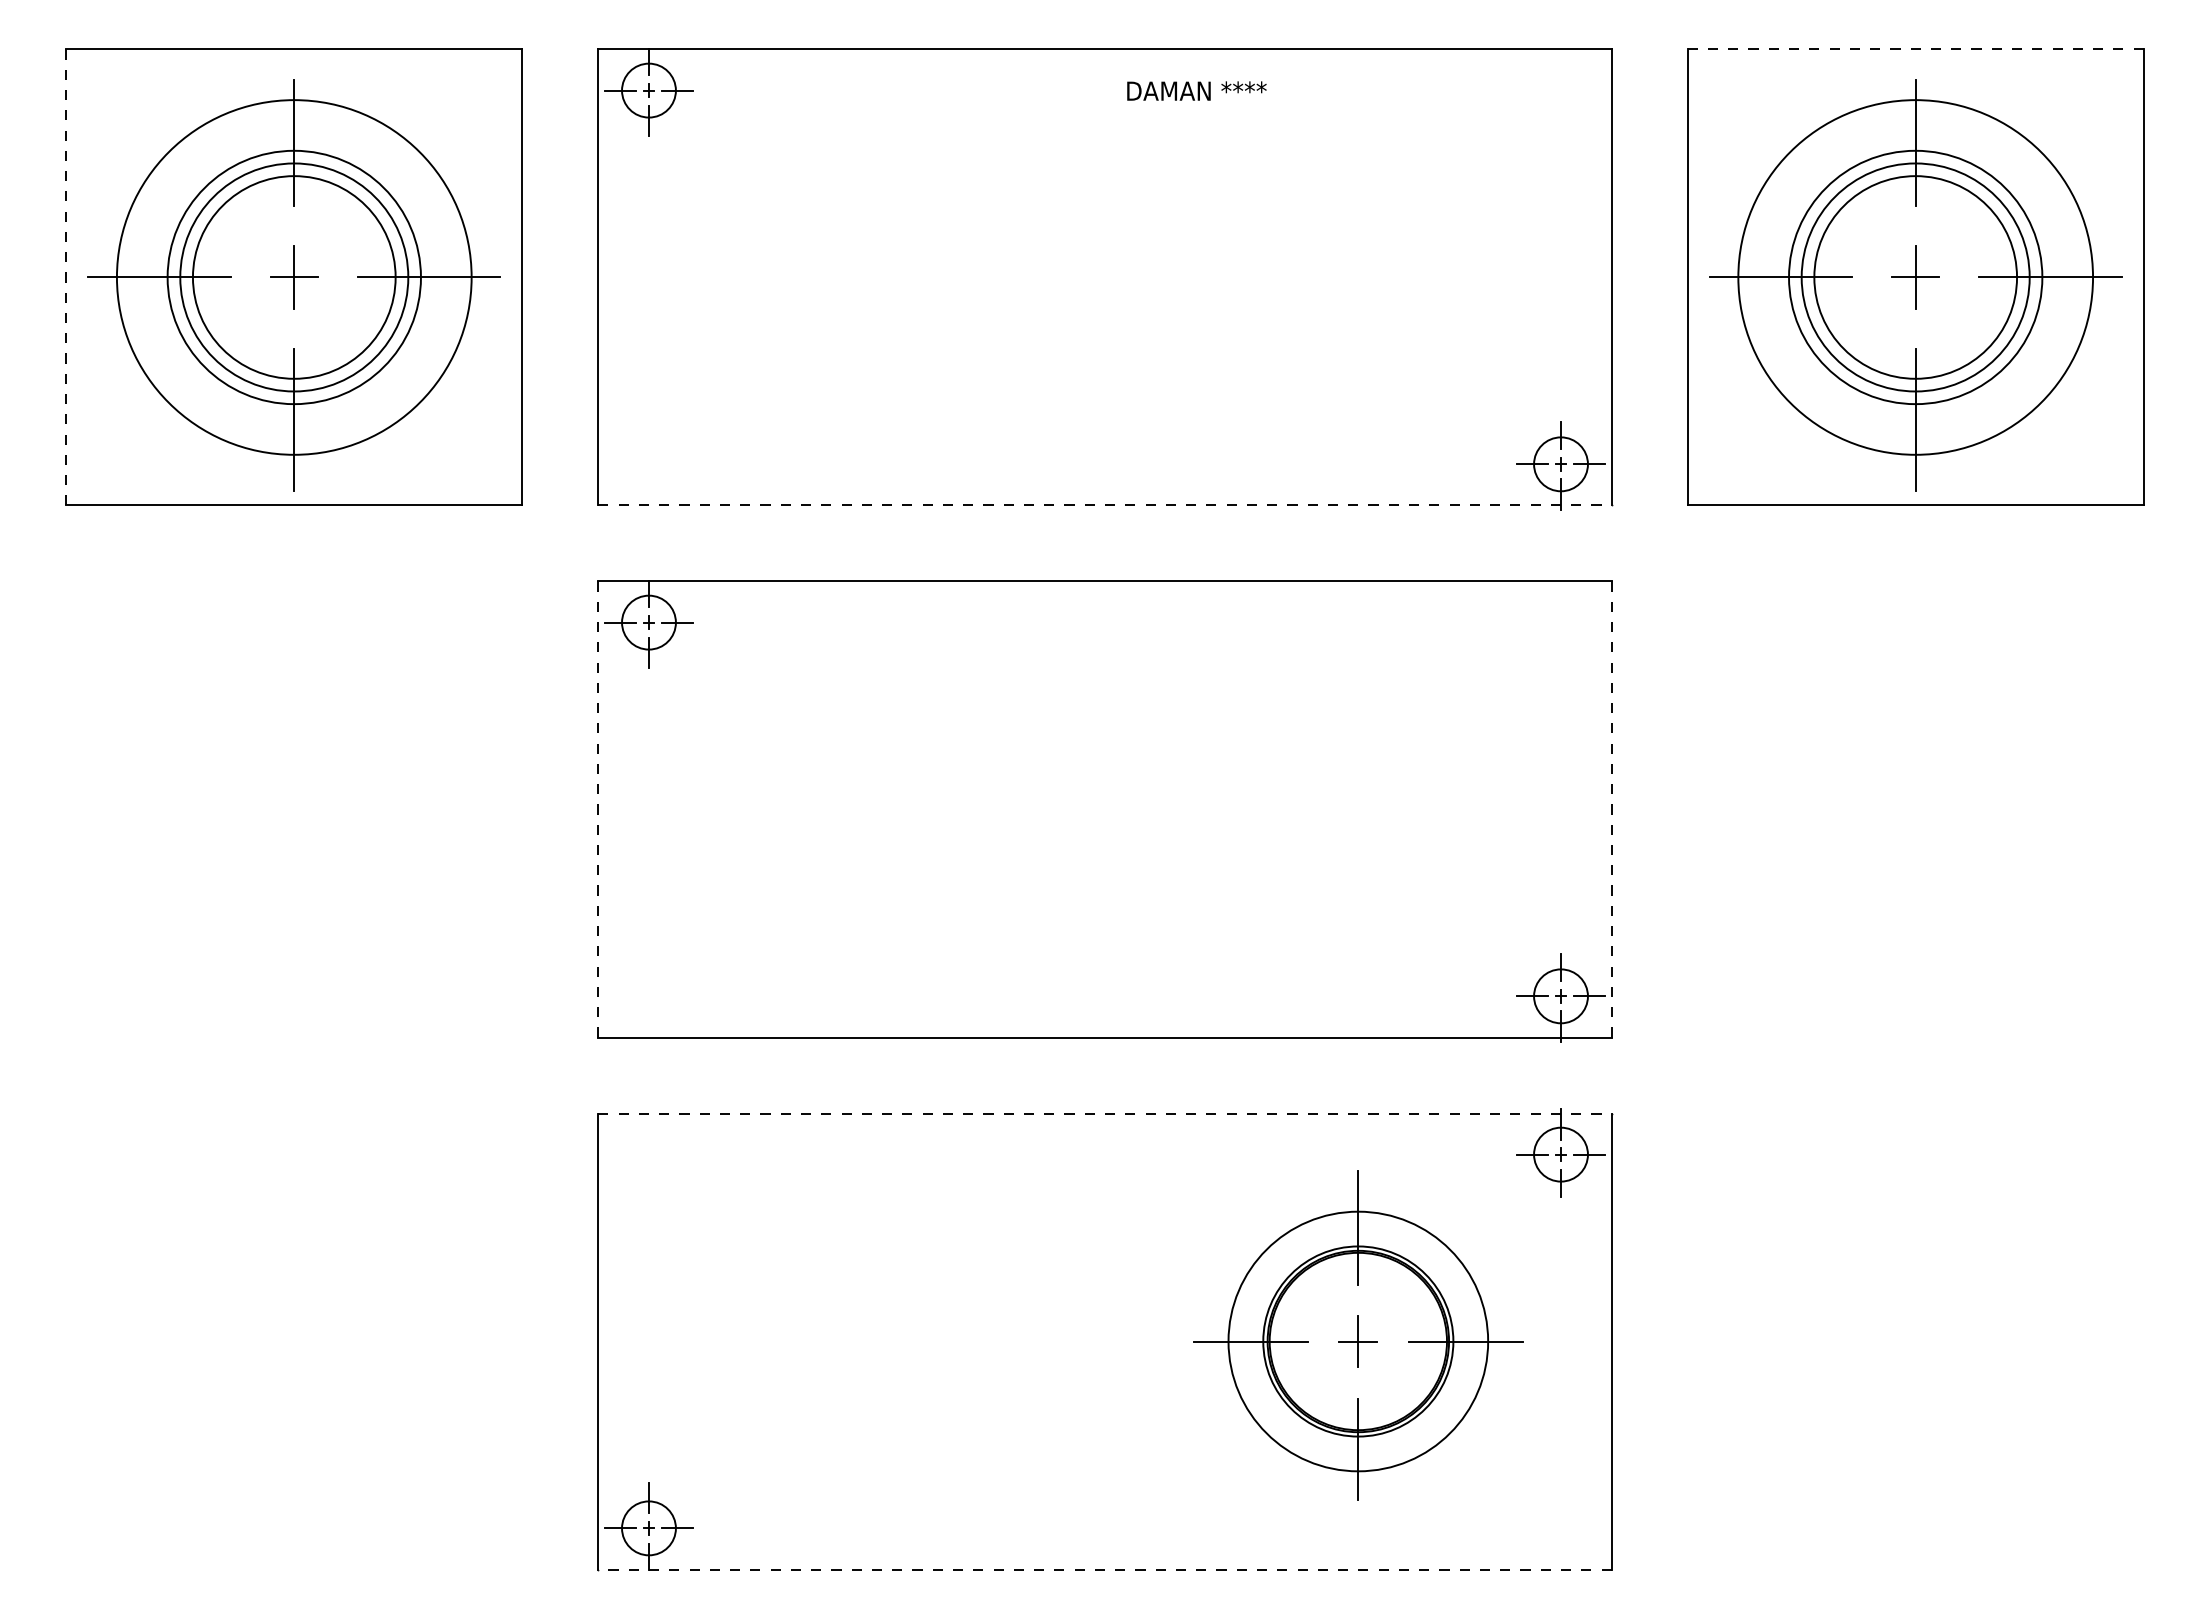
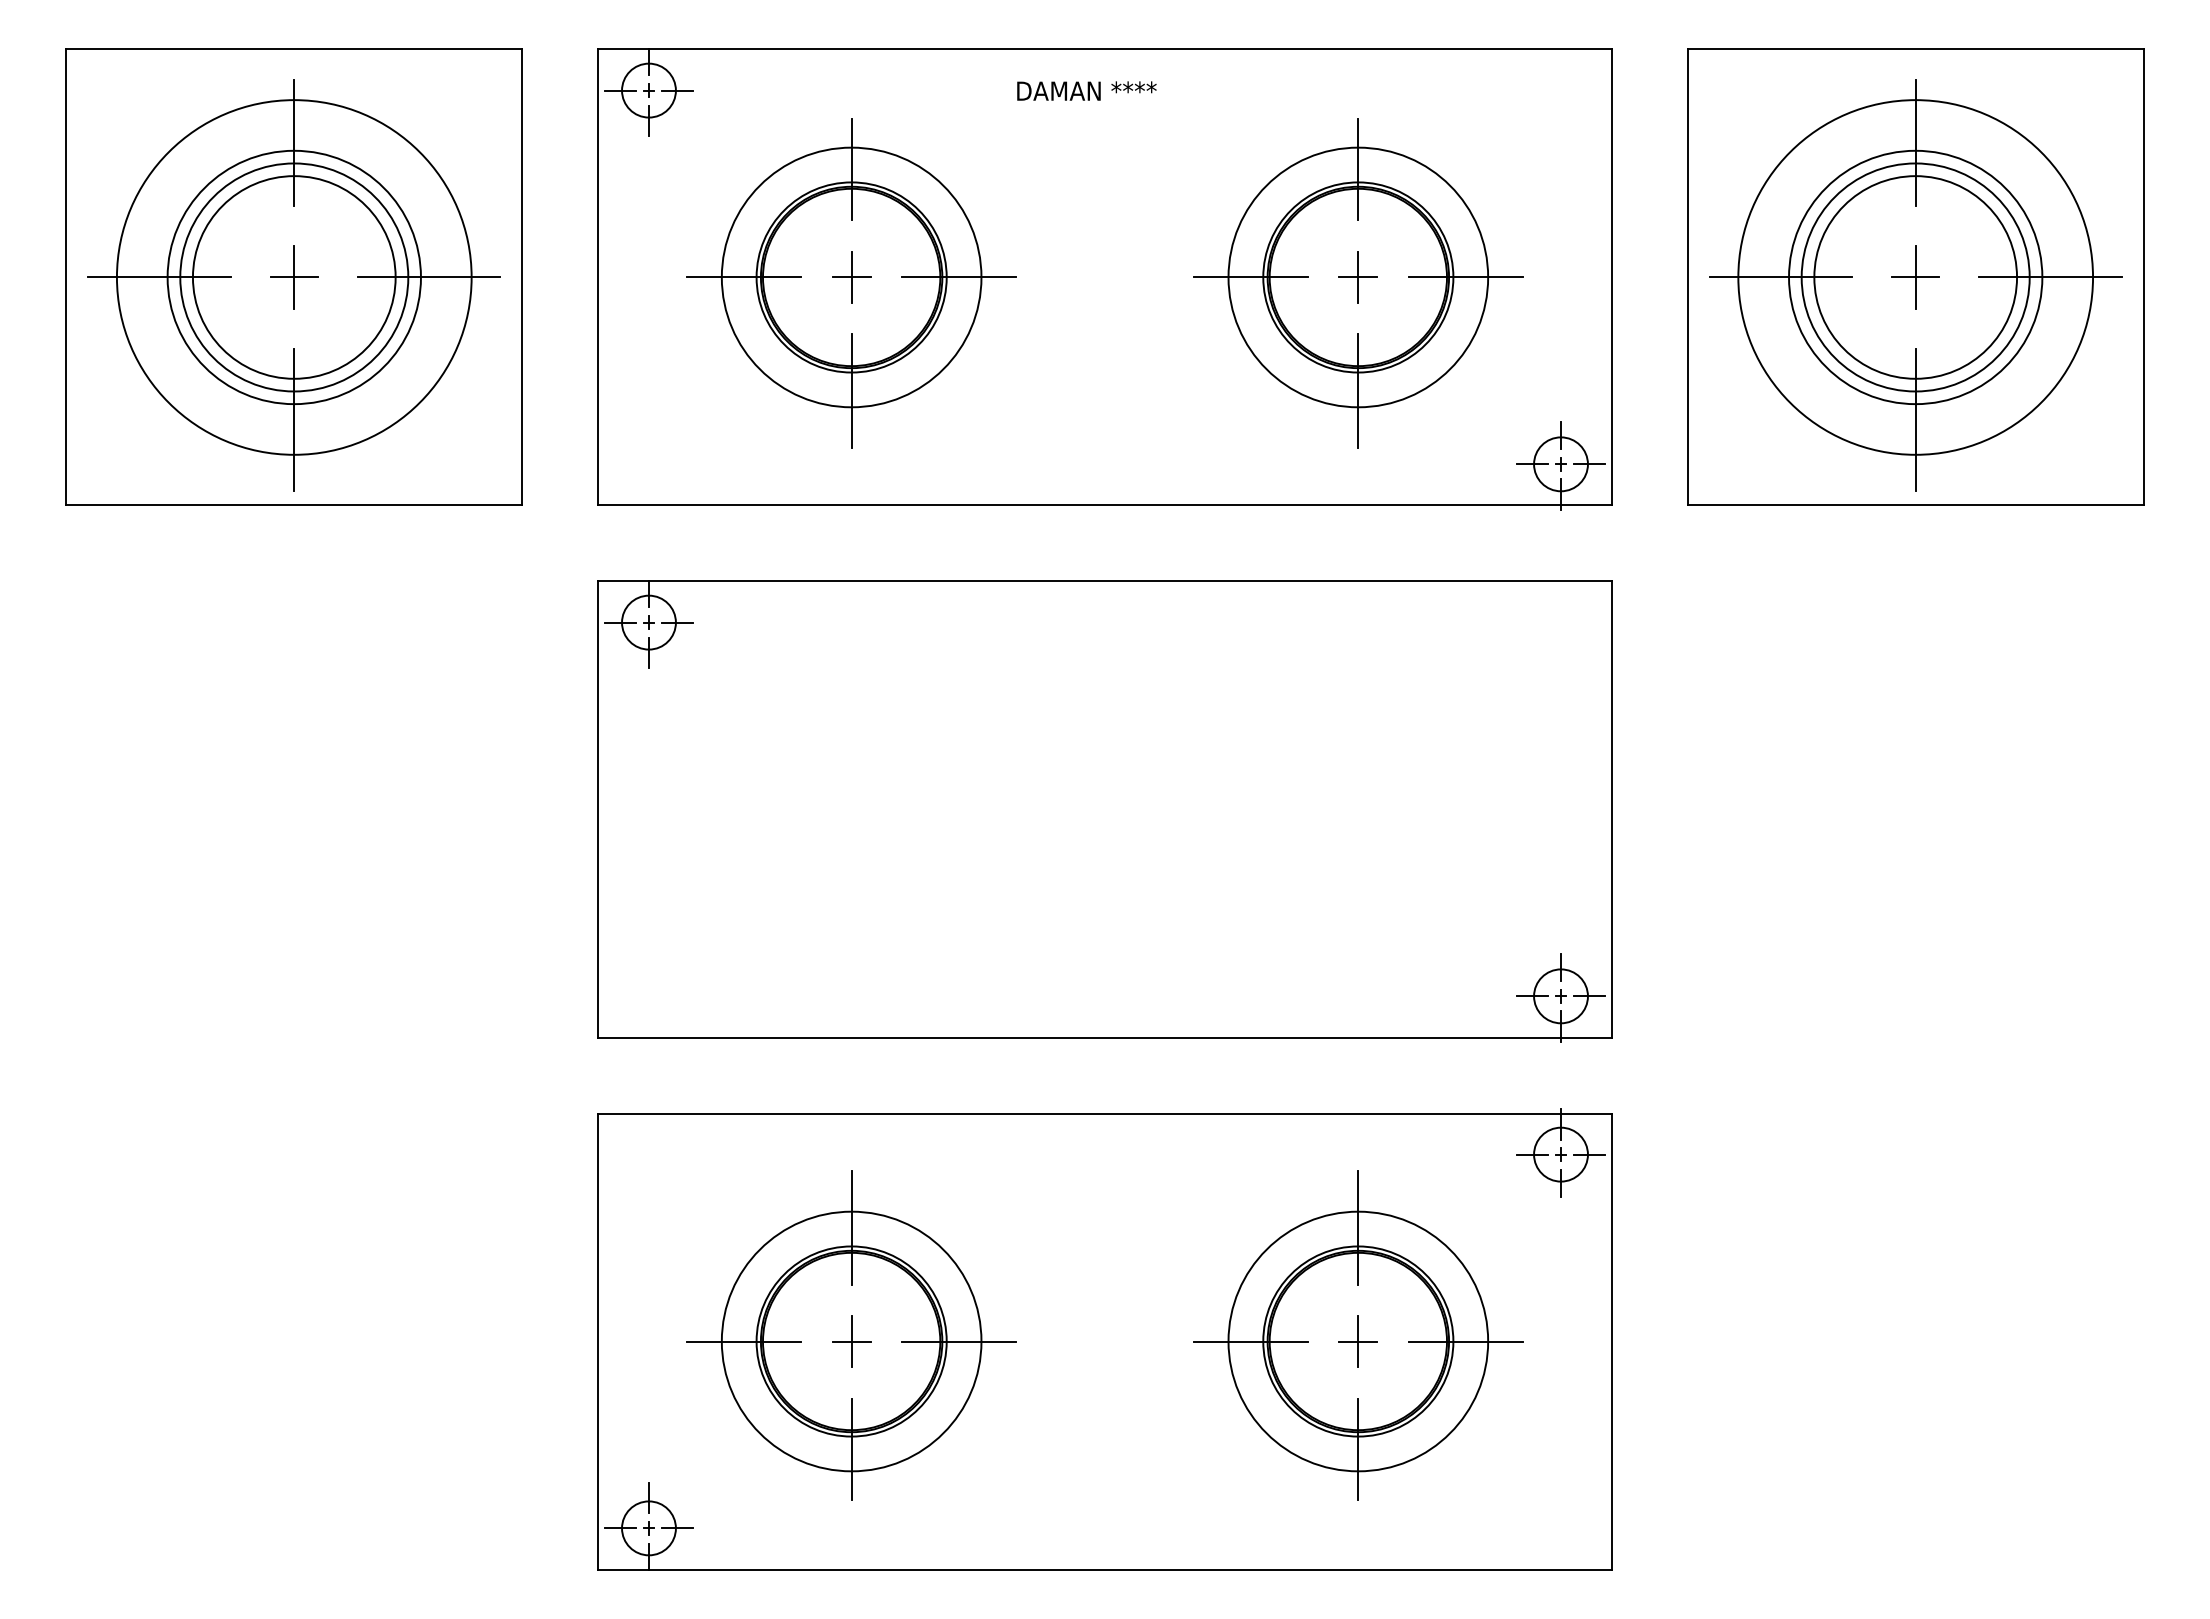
line at (1916, 49): dashed -> solid
text at (1196, 90) position: (1196, 90) -> (1086, 90)
line at (66, 277): dashed -> solid
part at (851, 283): none -> present
part at (1358, 283): none -> present
line at (1105, 505): dashed -> solid
line at (598, 809): dashed -> solid
line at (1611, 809): dashed -> solid
line at (1105, 1113): dashed -> solid
part at (851, 1335): none -> present
line at (1105, 1569): dashed -> solid
